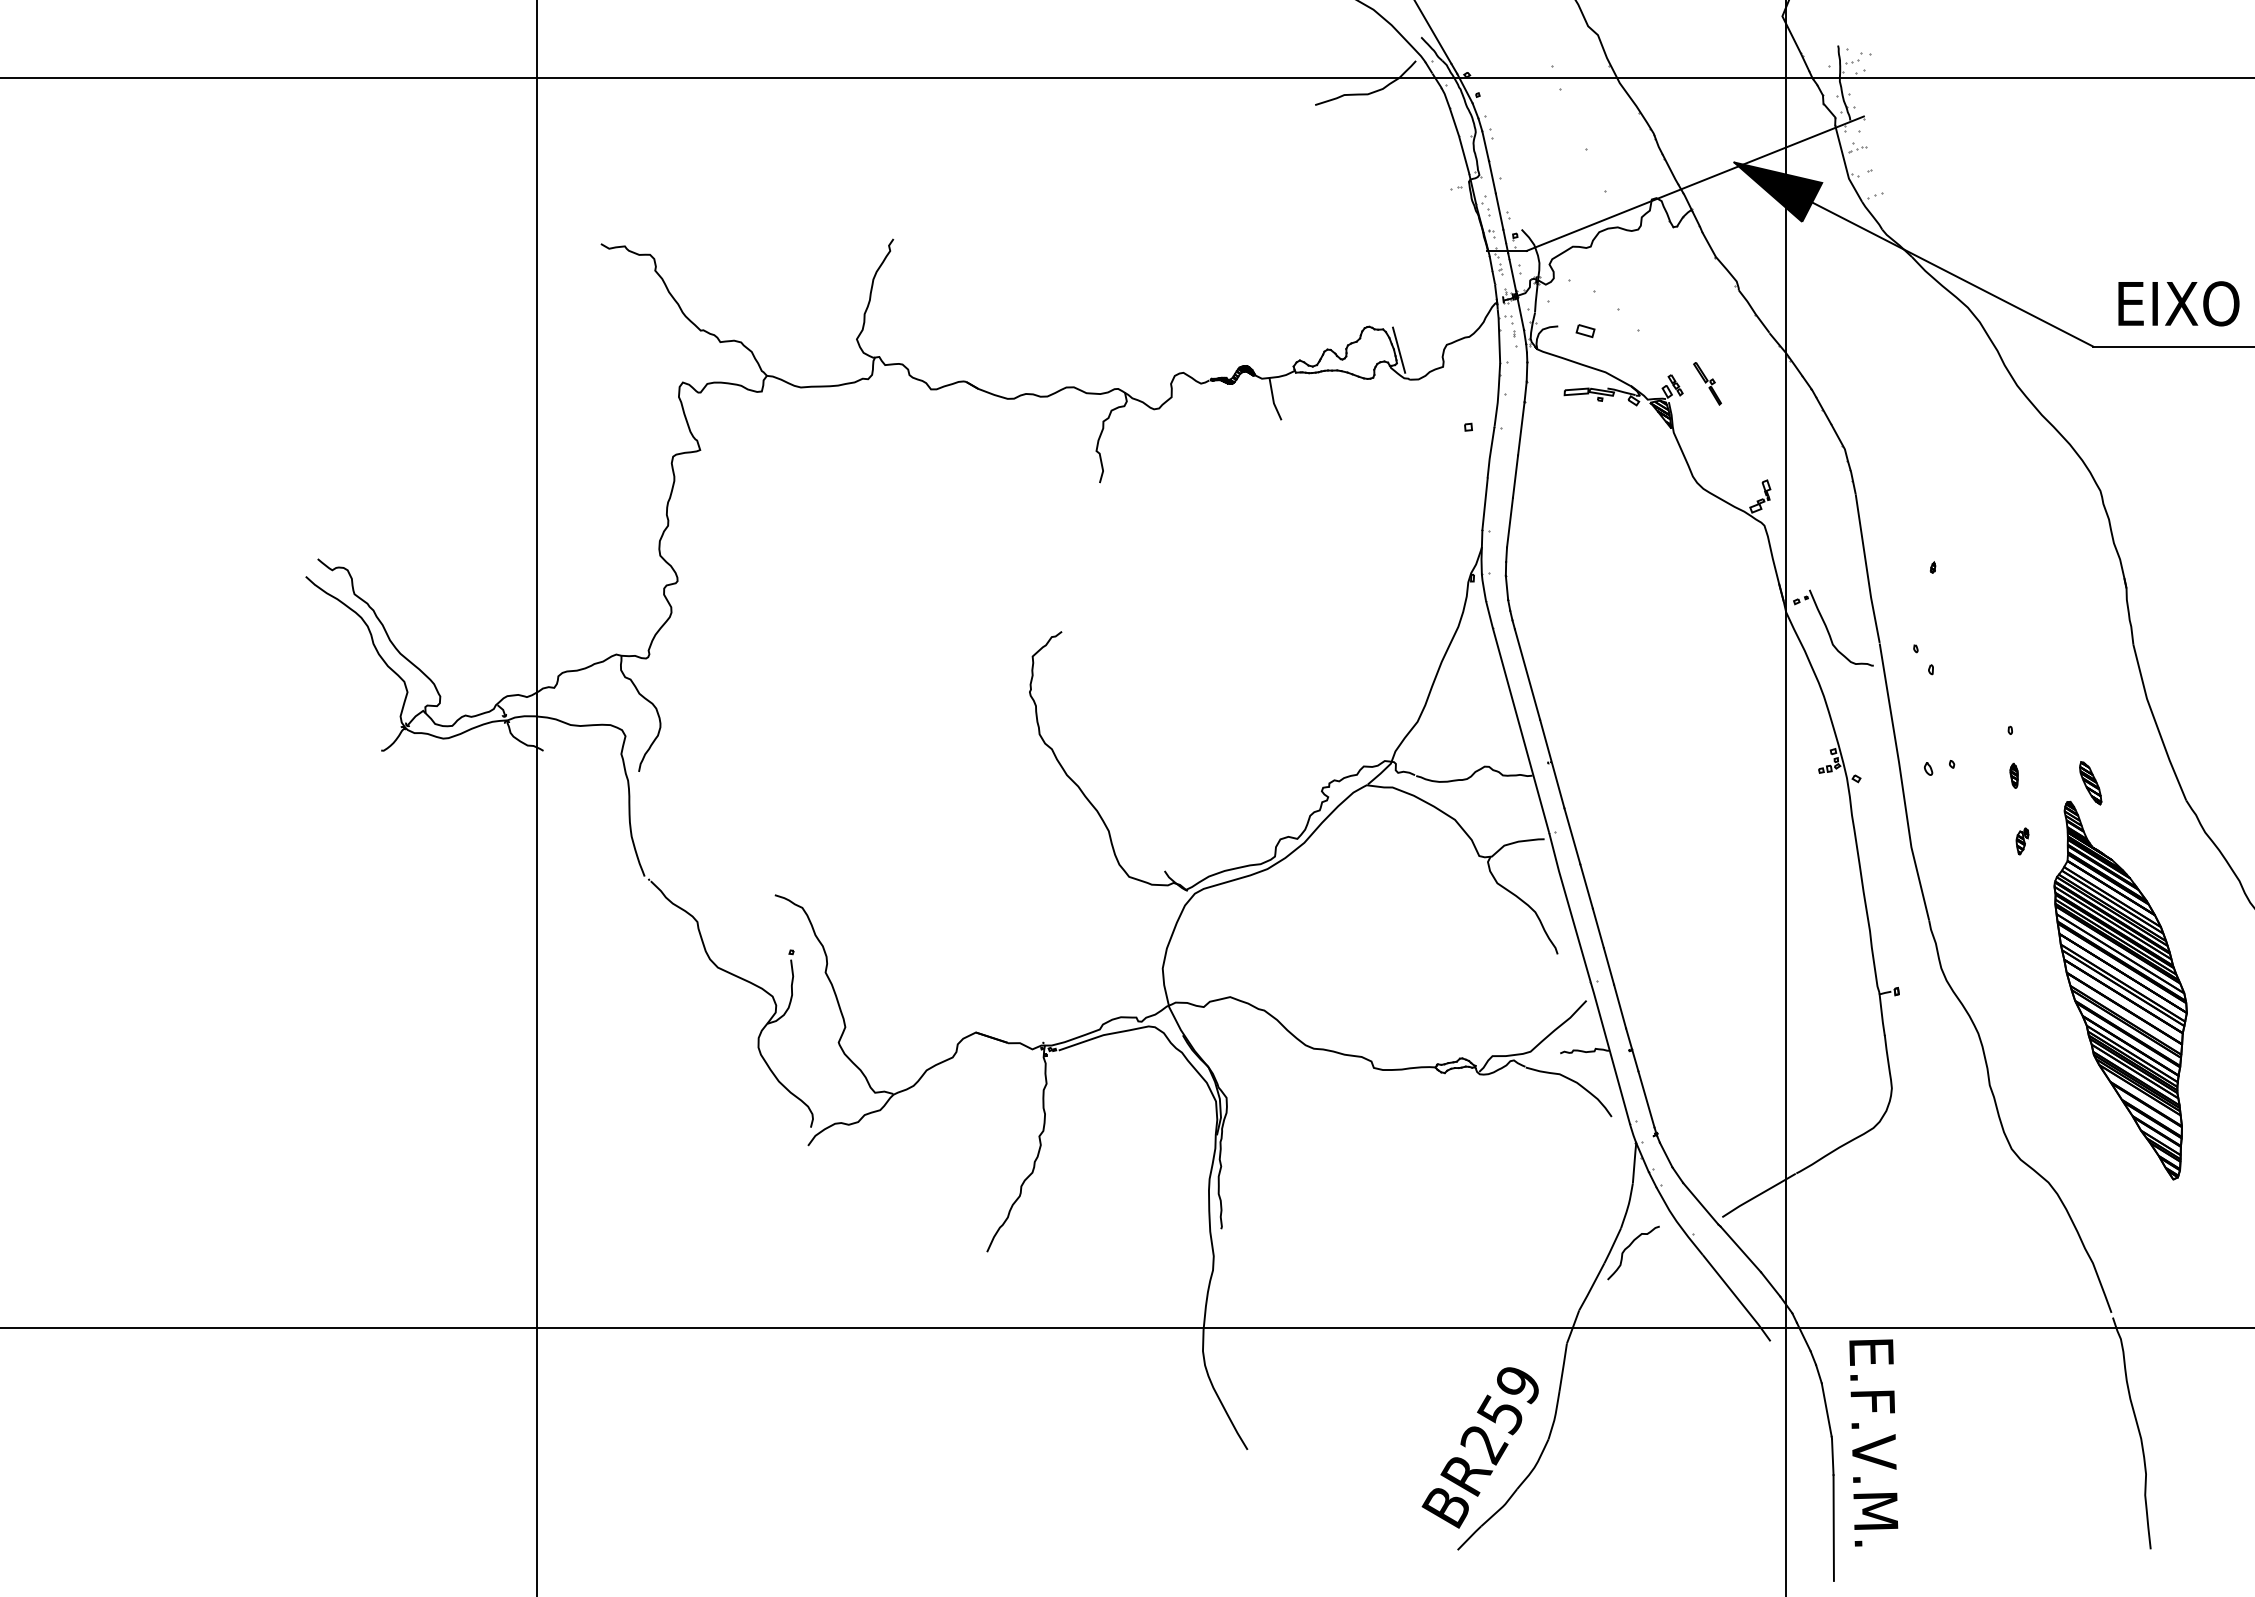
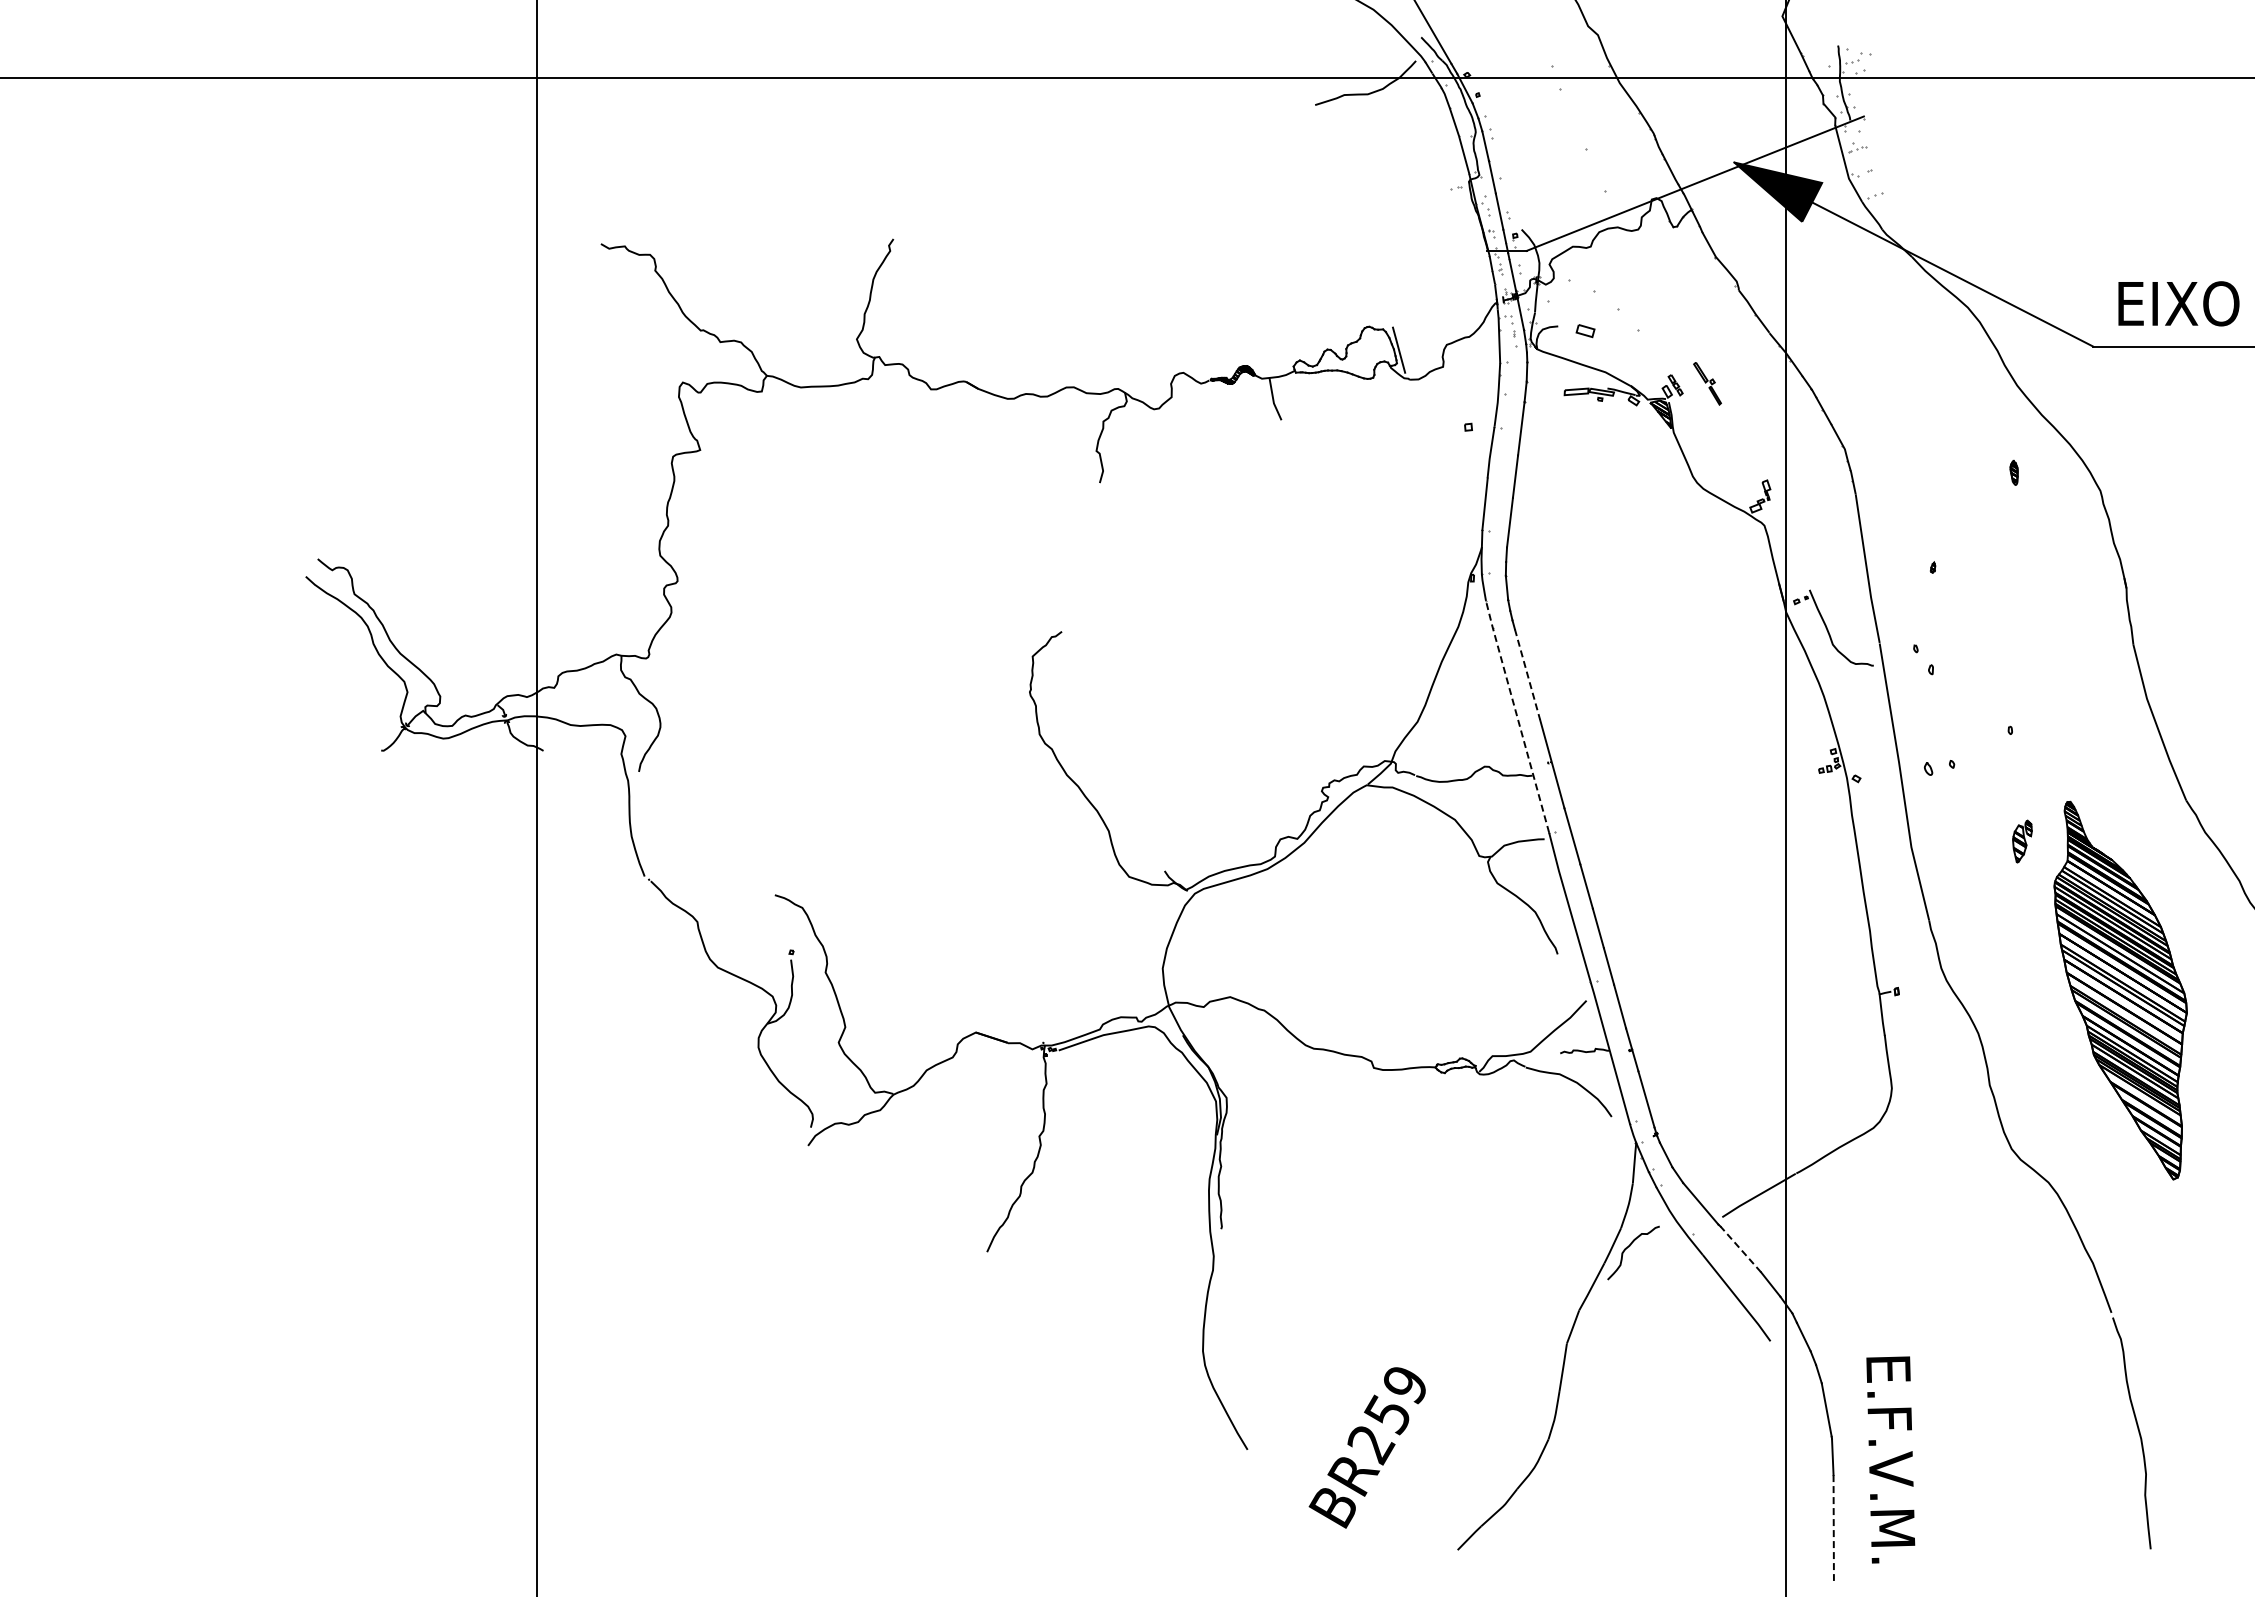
line at (1527, 675): solid -> dashed
line at (1517, 716): solid -> dashed
part at (2013, 775) position: (2013, 775) -> (2013, 472)
part at (2090, 783): present -> none
part at (2022, 841) size: 15x29 px -> 21x45 px
line at (1740, 1249): solid -> dashed
line at (1126, 1327): present -> none
text at (1873, 1442) position: (1873, 1442) -> (1890, 1459)
text at (1479, 1447) position: (1479, 1447) -> (1366, 1447)
line at (1833, 1528): solid -> dashed
